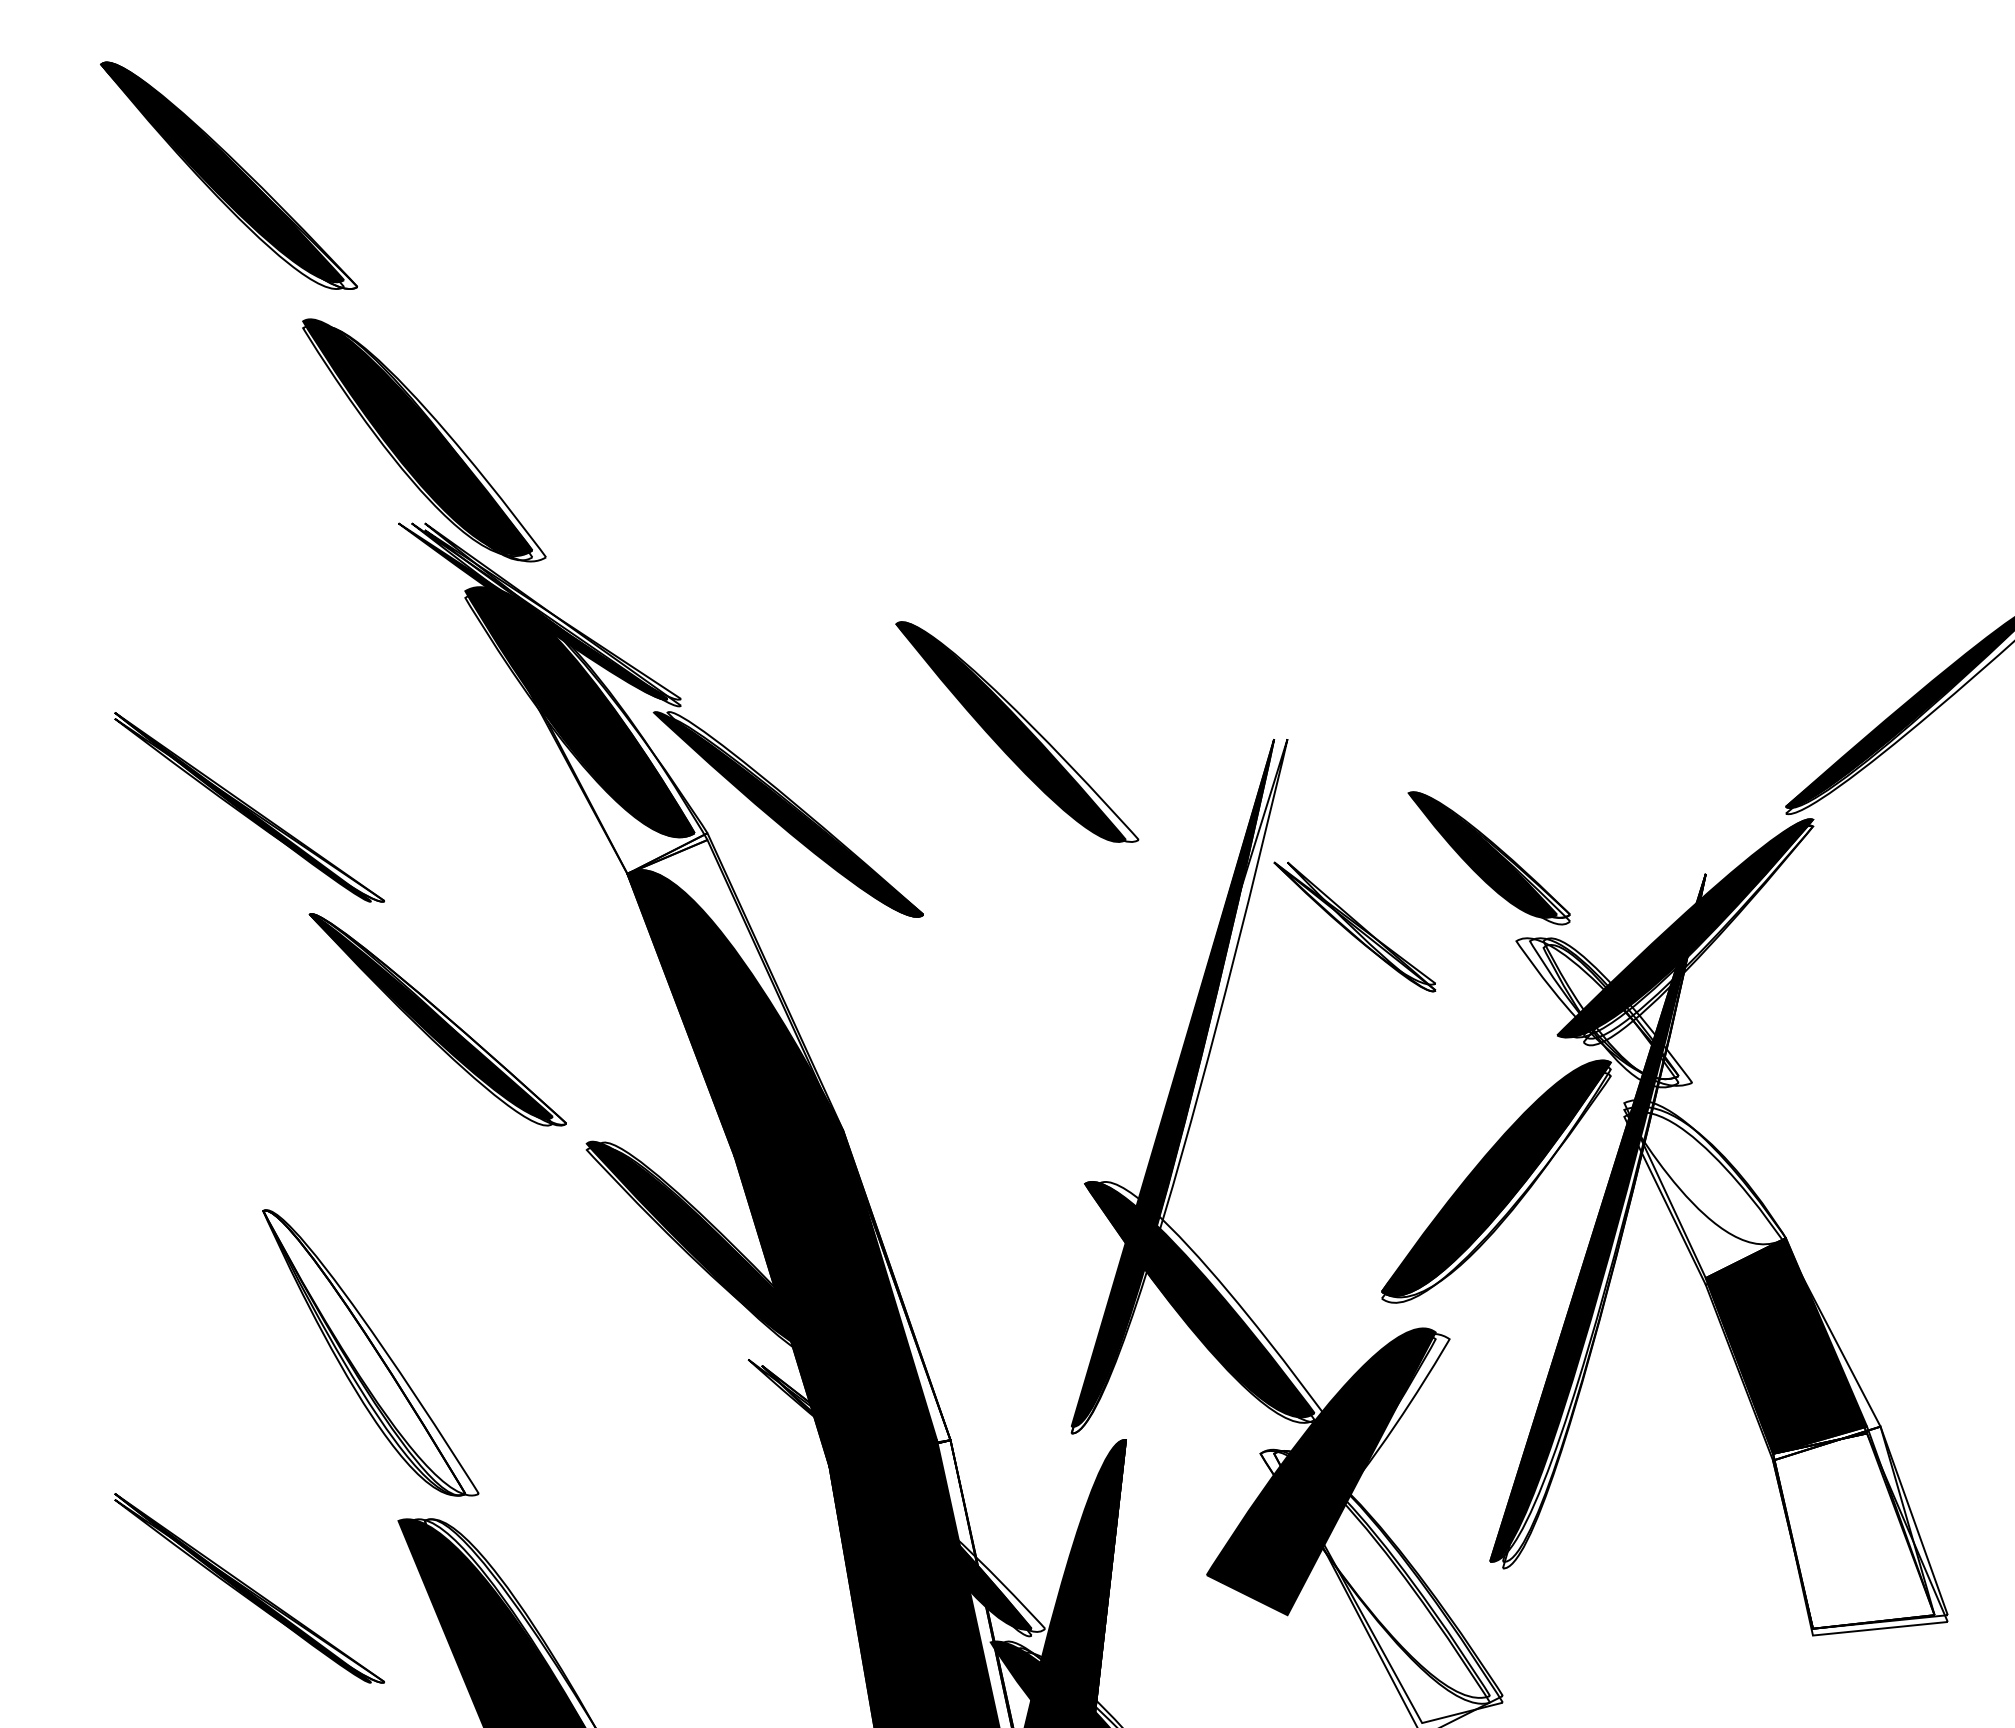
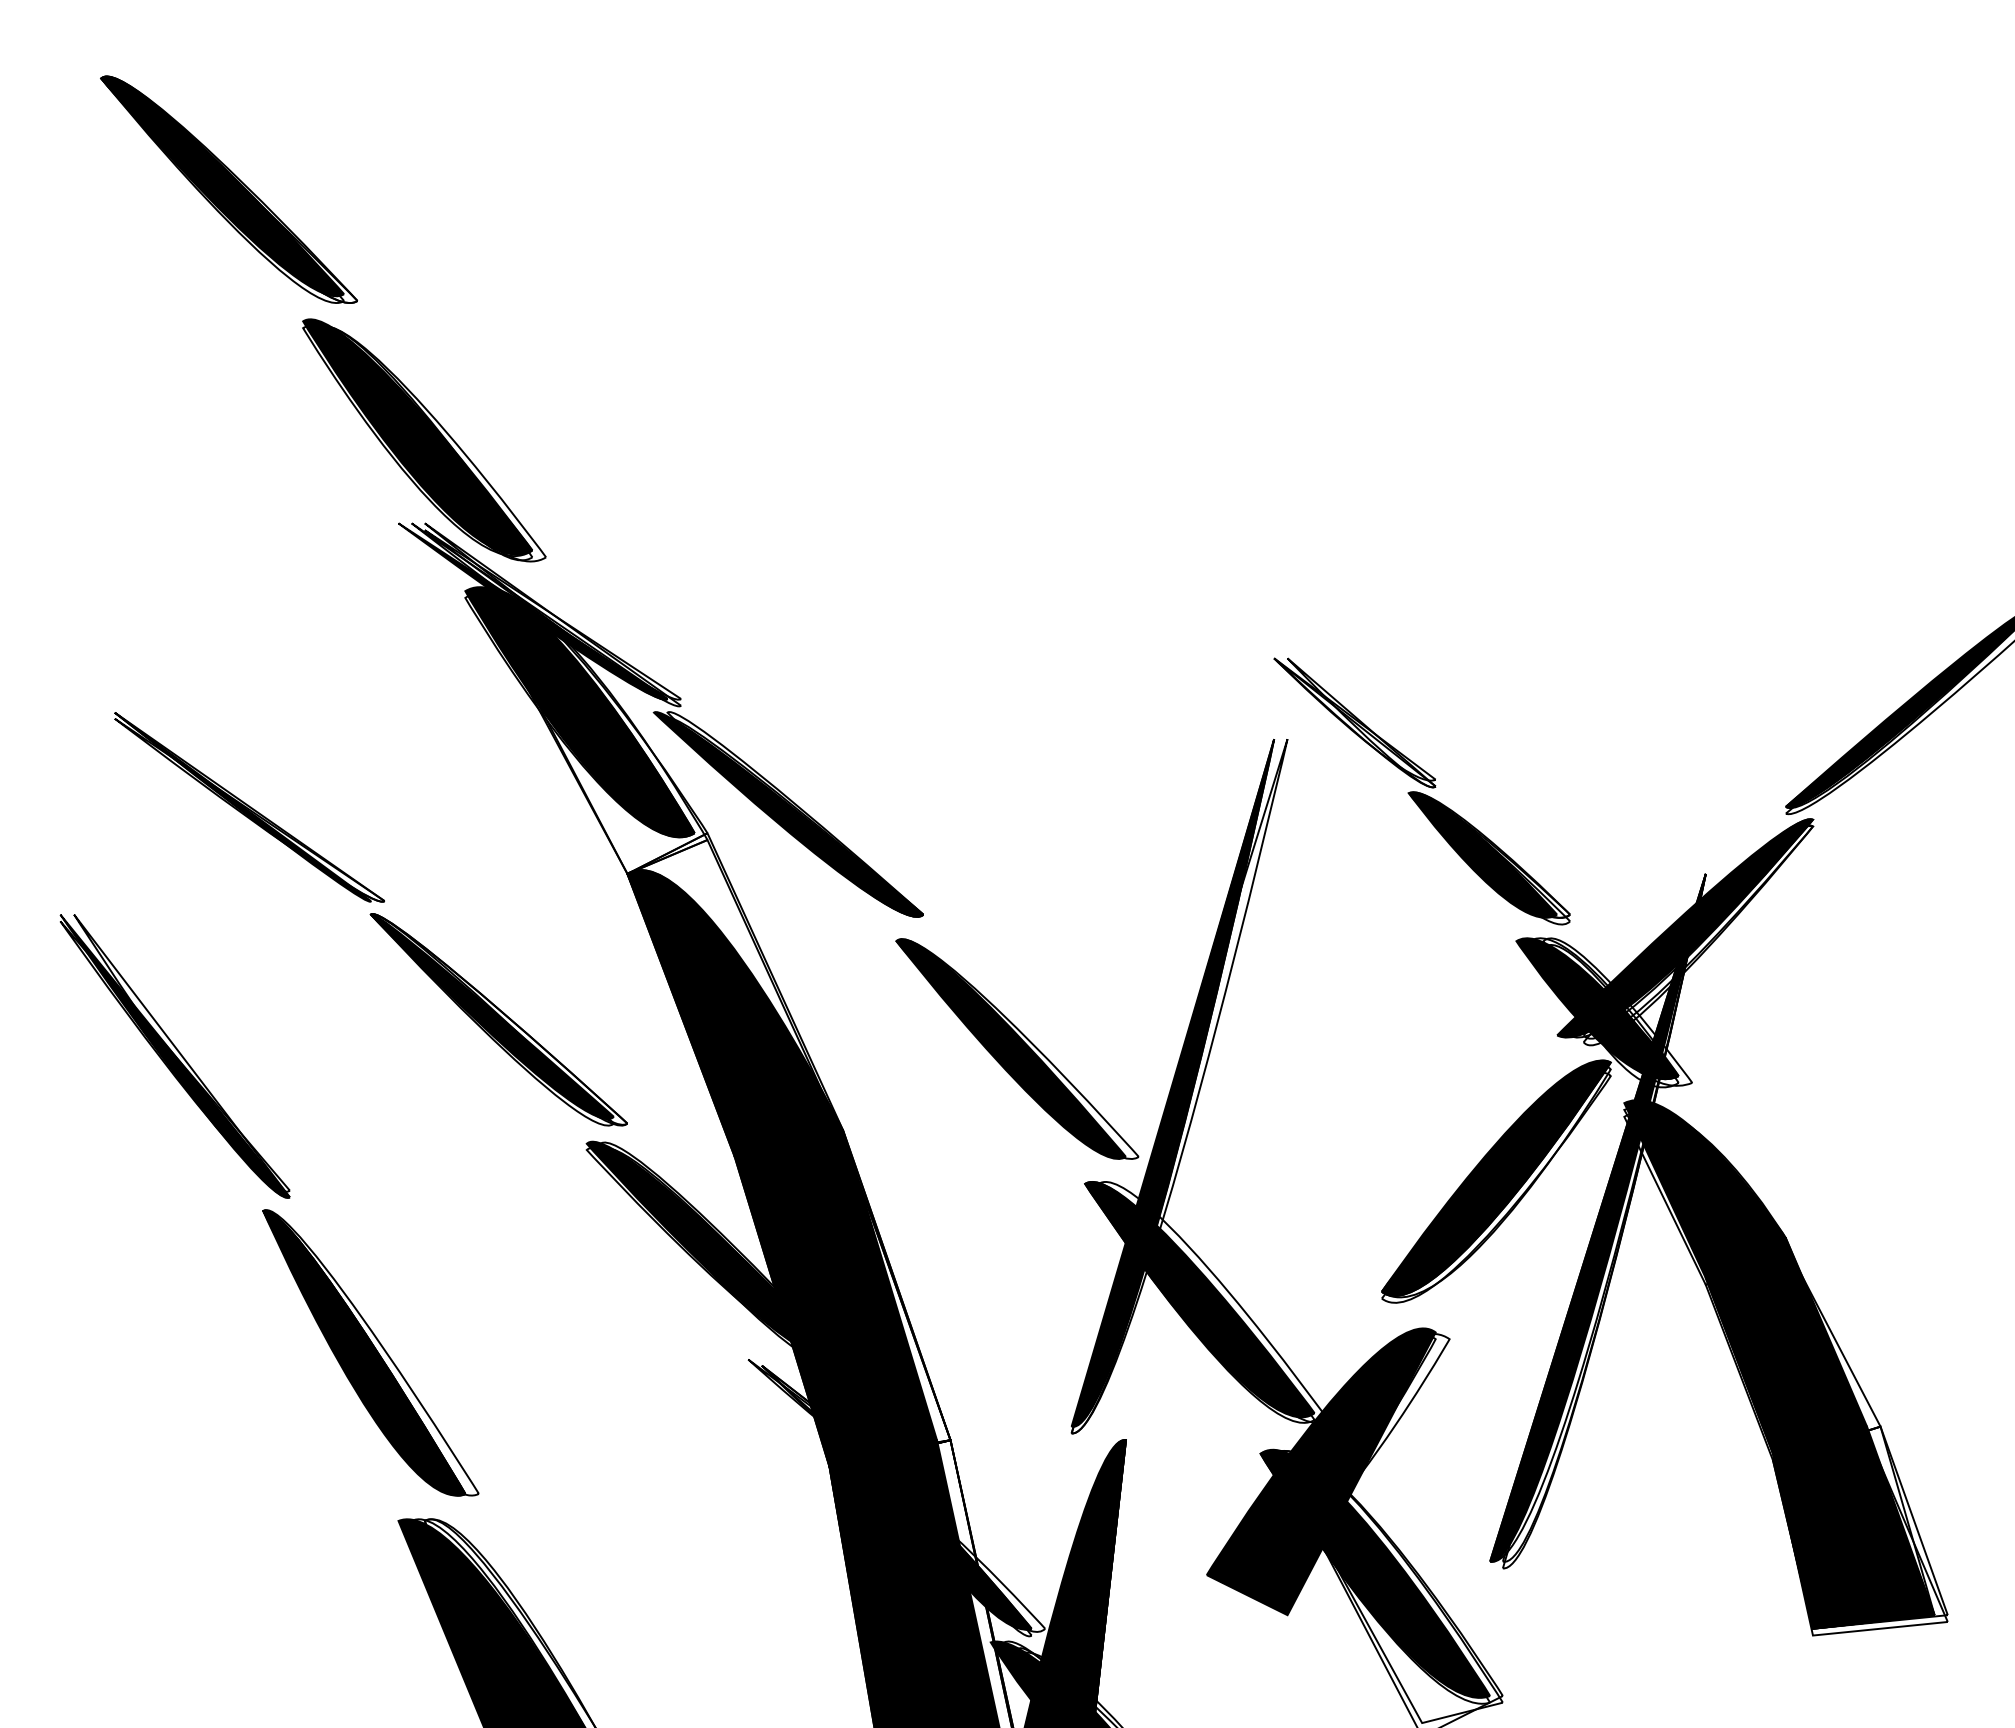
part at (228, 175) position: (228, 175) -> (228, 189)
part at (1017, 731) position: (1017, 731) -> (1017, 1048)
part at (1354, 926) position: (1354, 926) -> (1354, 722)
fill at (1597, 1008): none -> present
part at (437, 1019) position: (437, 1019) -> (498, 1019)
part at (174, 1056): none -> present
fill at (1704, 1189): none -> present
fill at (364, 1352): none -> present
fill at (1853, 1527): none -> present
fill at (1375, 1573): none -> present
part at (249, 1588): present -> none
